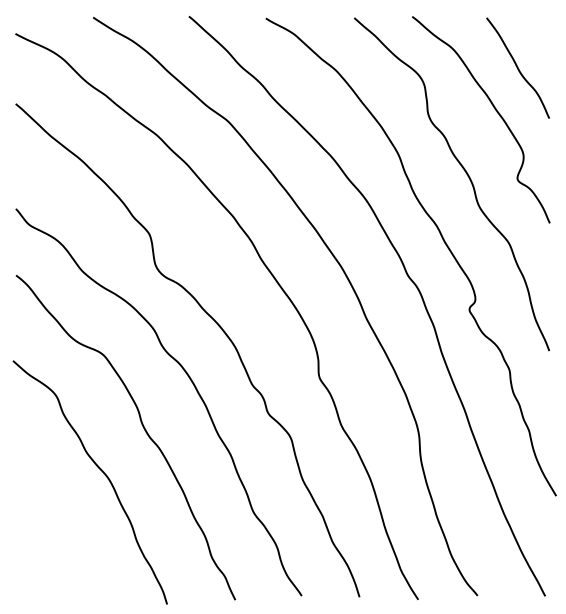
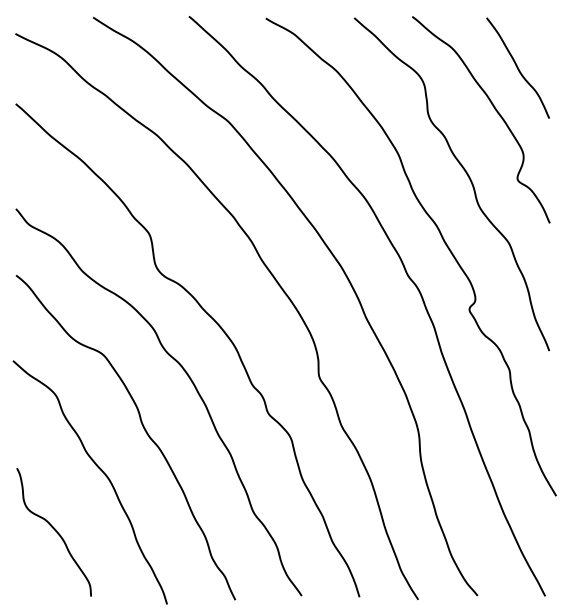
curve at (54, 530): none -> present
